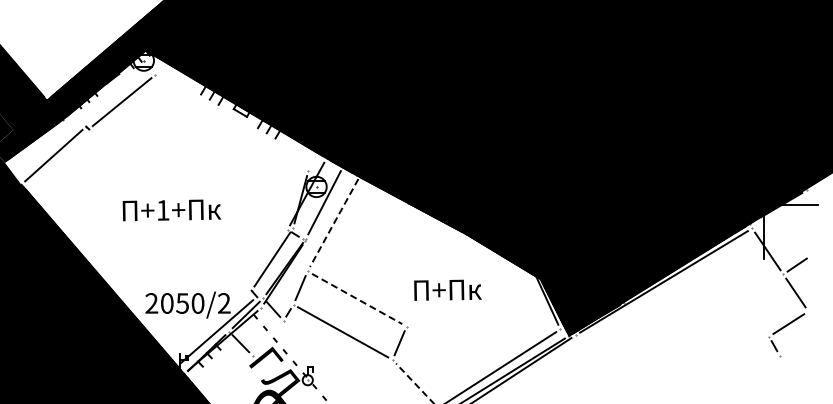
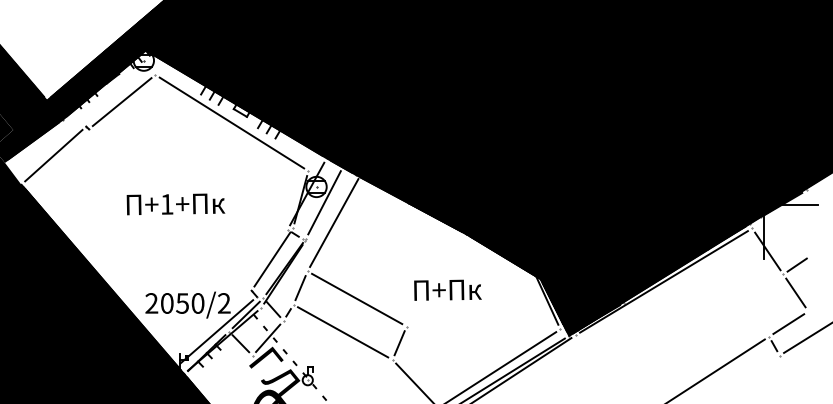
line at (231, 122): none -> present
text at (171, 210) position: (171, 210) -> (175, 204)
line at (334, 223): dashed -> solid
line at (357, 298): dashed -> solid
line at (268, 338): none -> present
line at (806, 338): none -> present
line at (716, 369): none -> present
line at (415, 383): dashed -> solid
